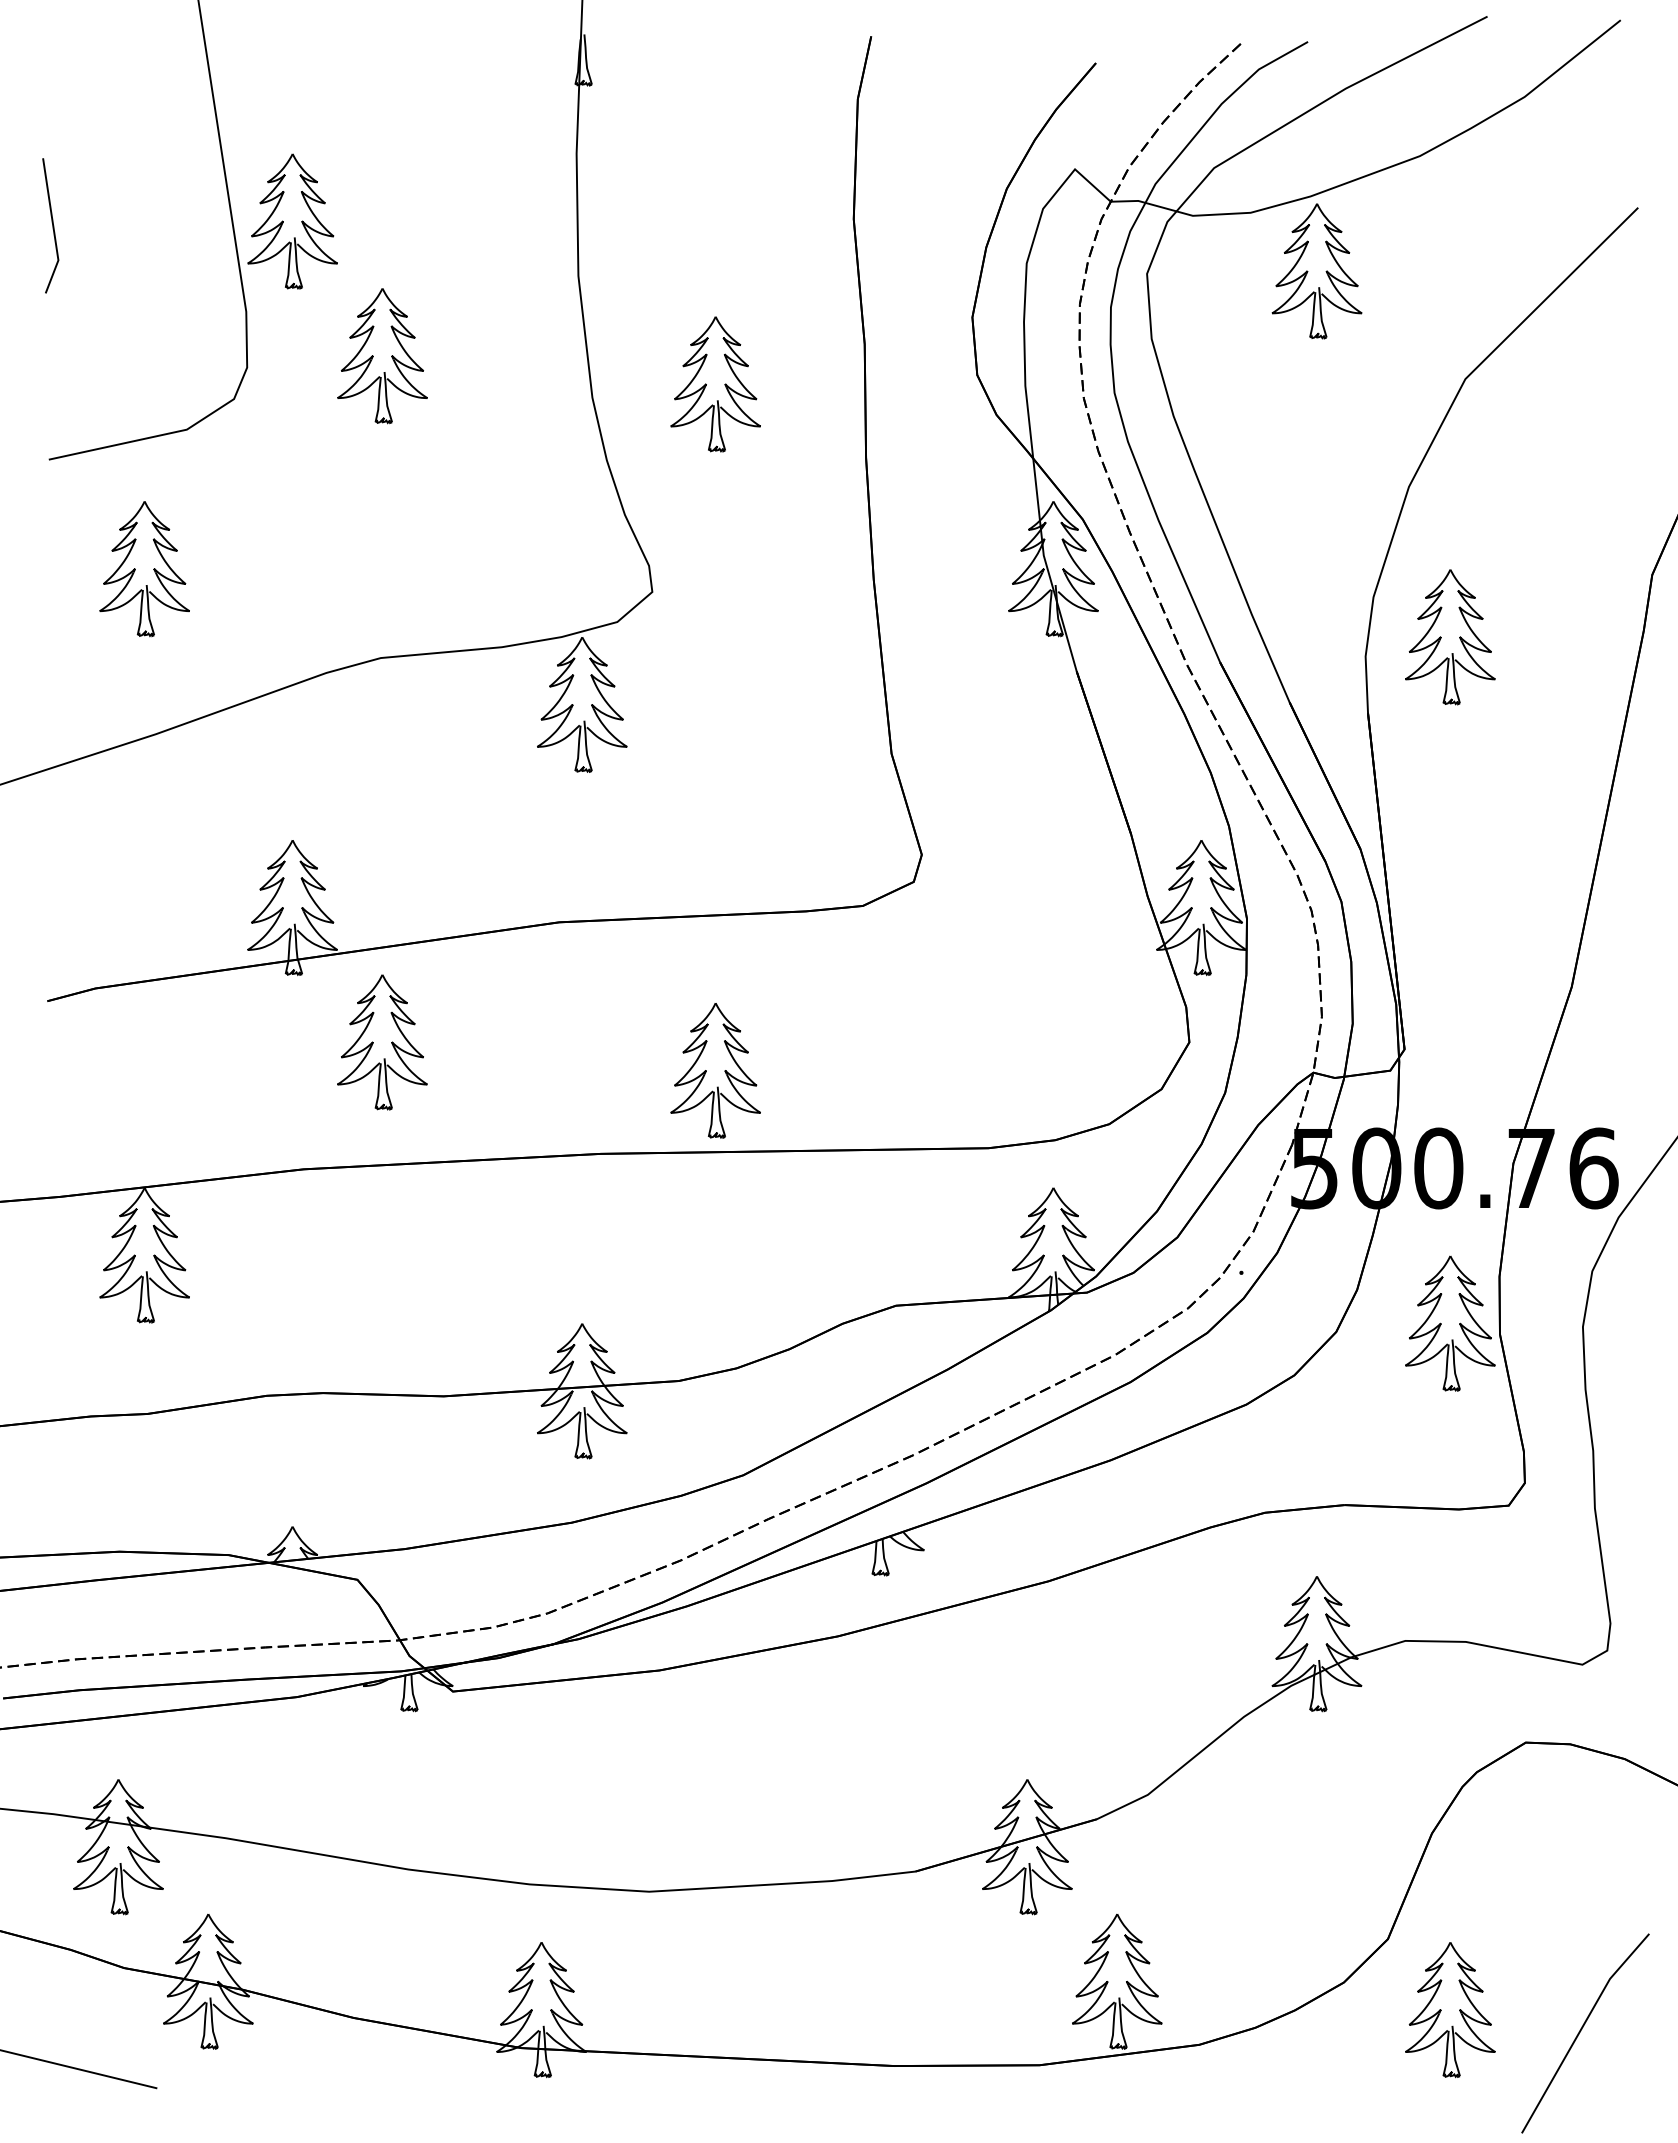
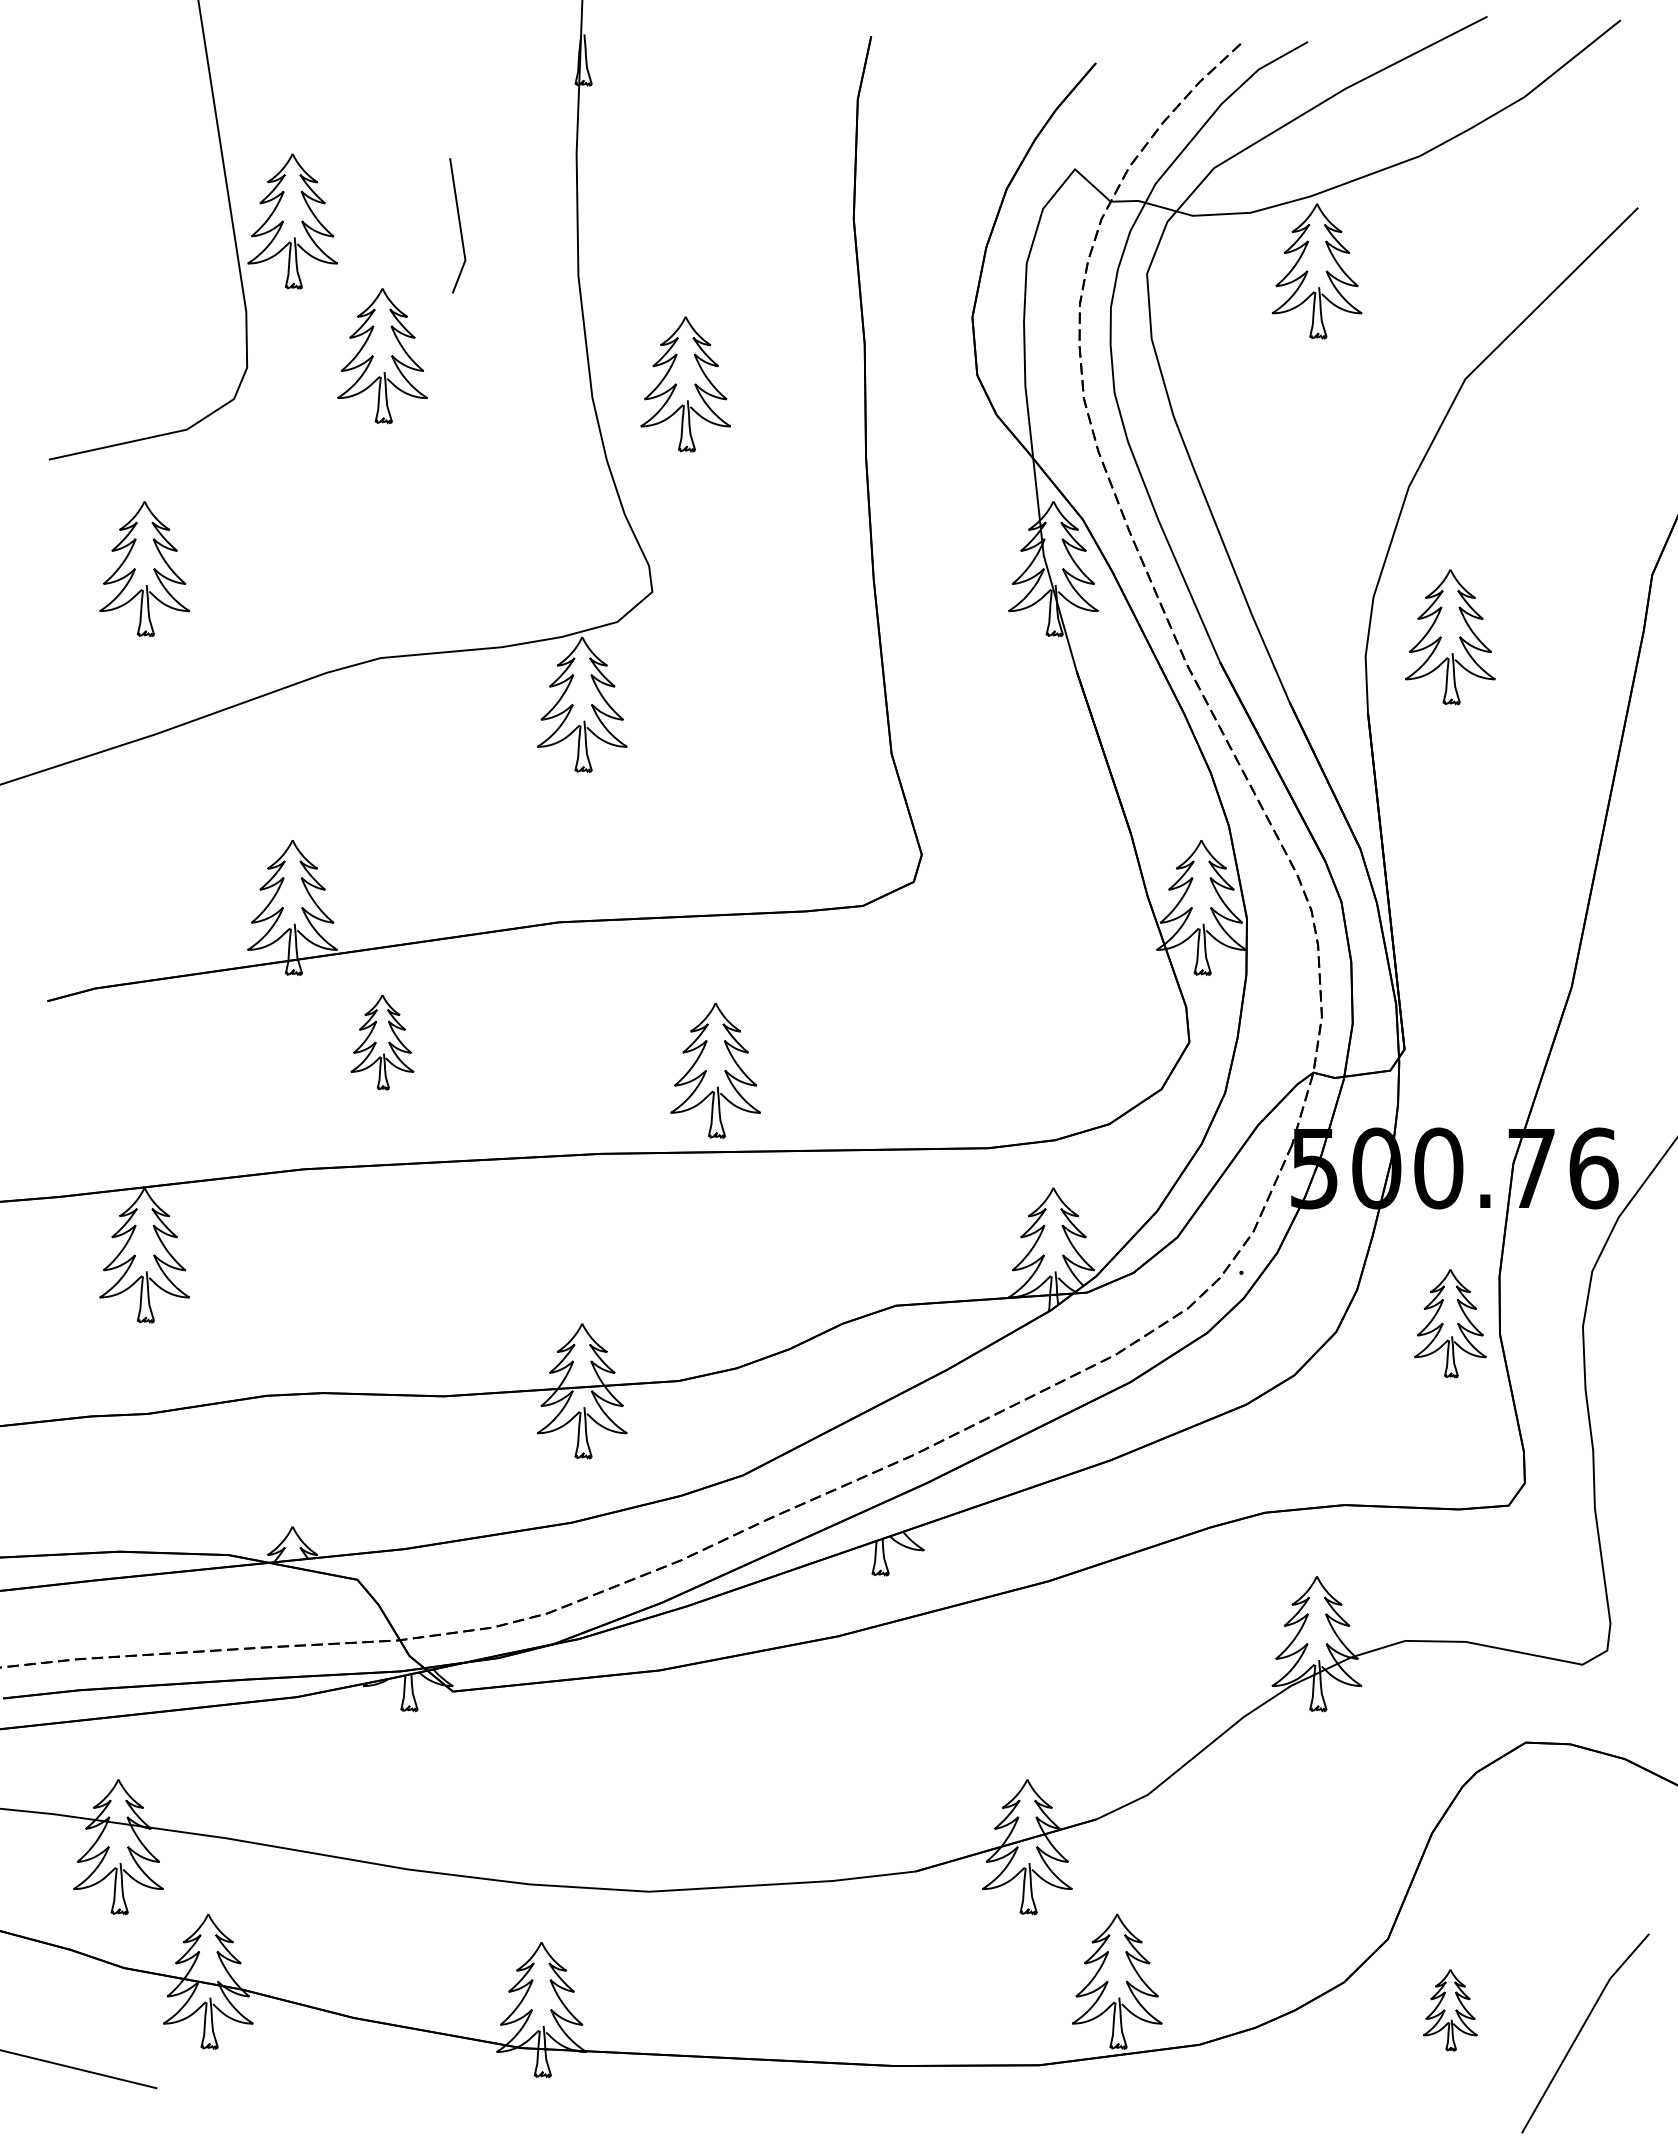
line at (52, 225) position: (52, 225) -> (459, 225)
part at (715, 384) position: (715, 384) -> (685, 384)
part at (382, 1042) size: 91x137 px -> 65x96 px
part at (1450, 1323) size: 91x137 px -> 73x110 px
part at (1450, 2010) size: 91x137 px -> 55x83 px
